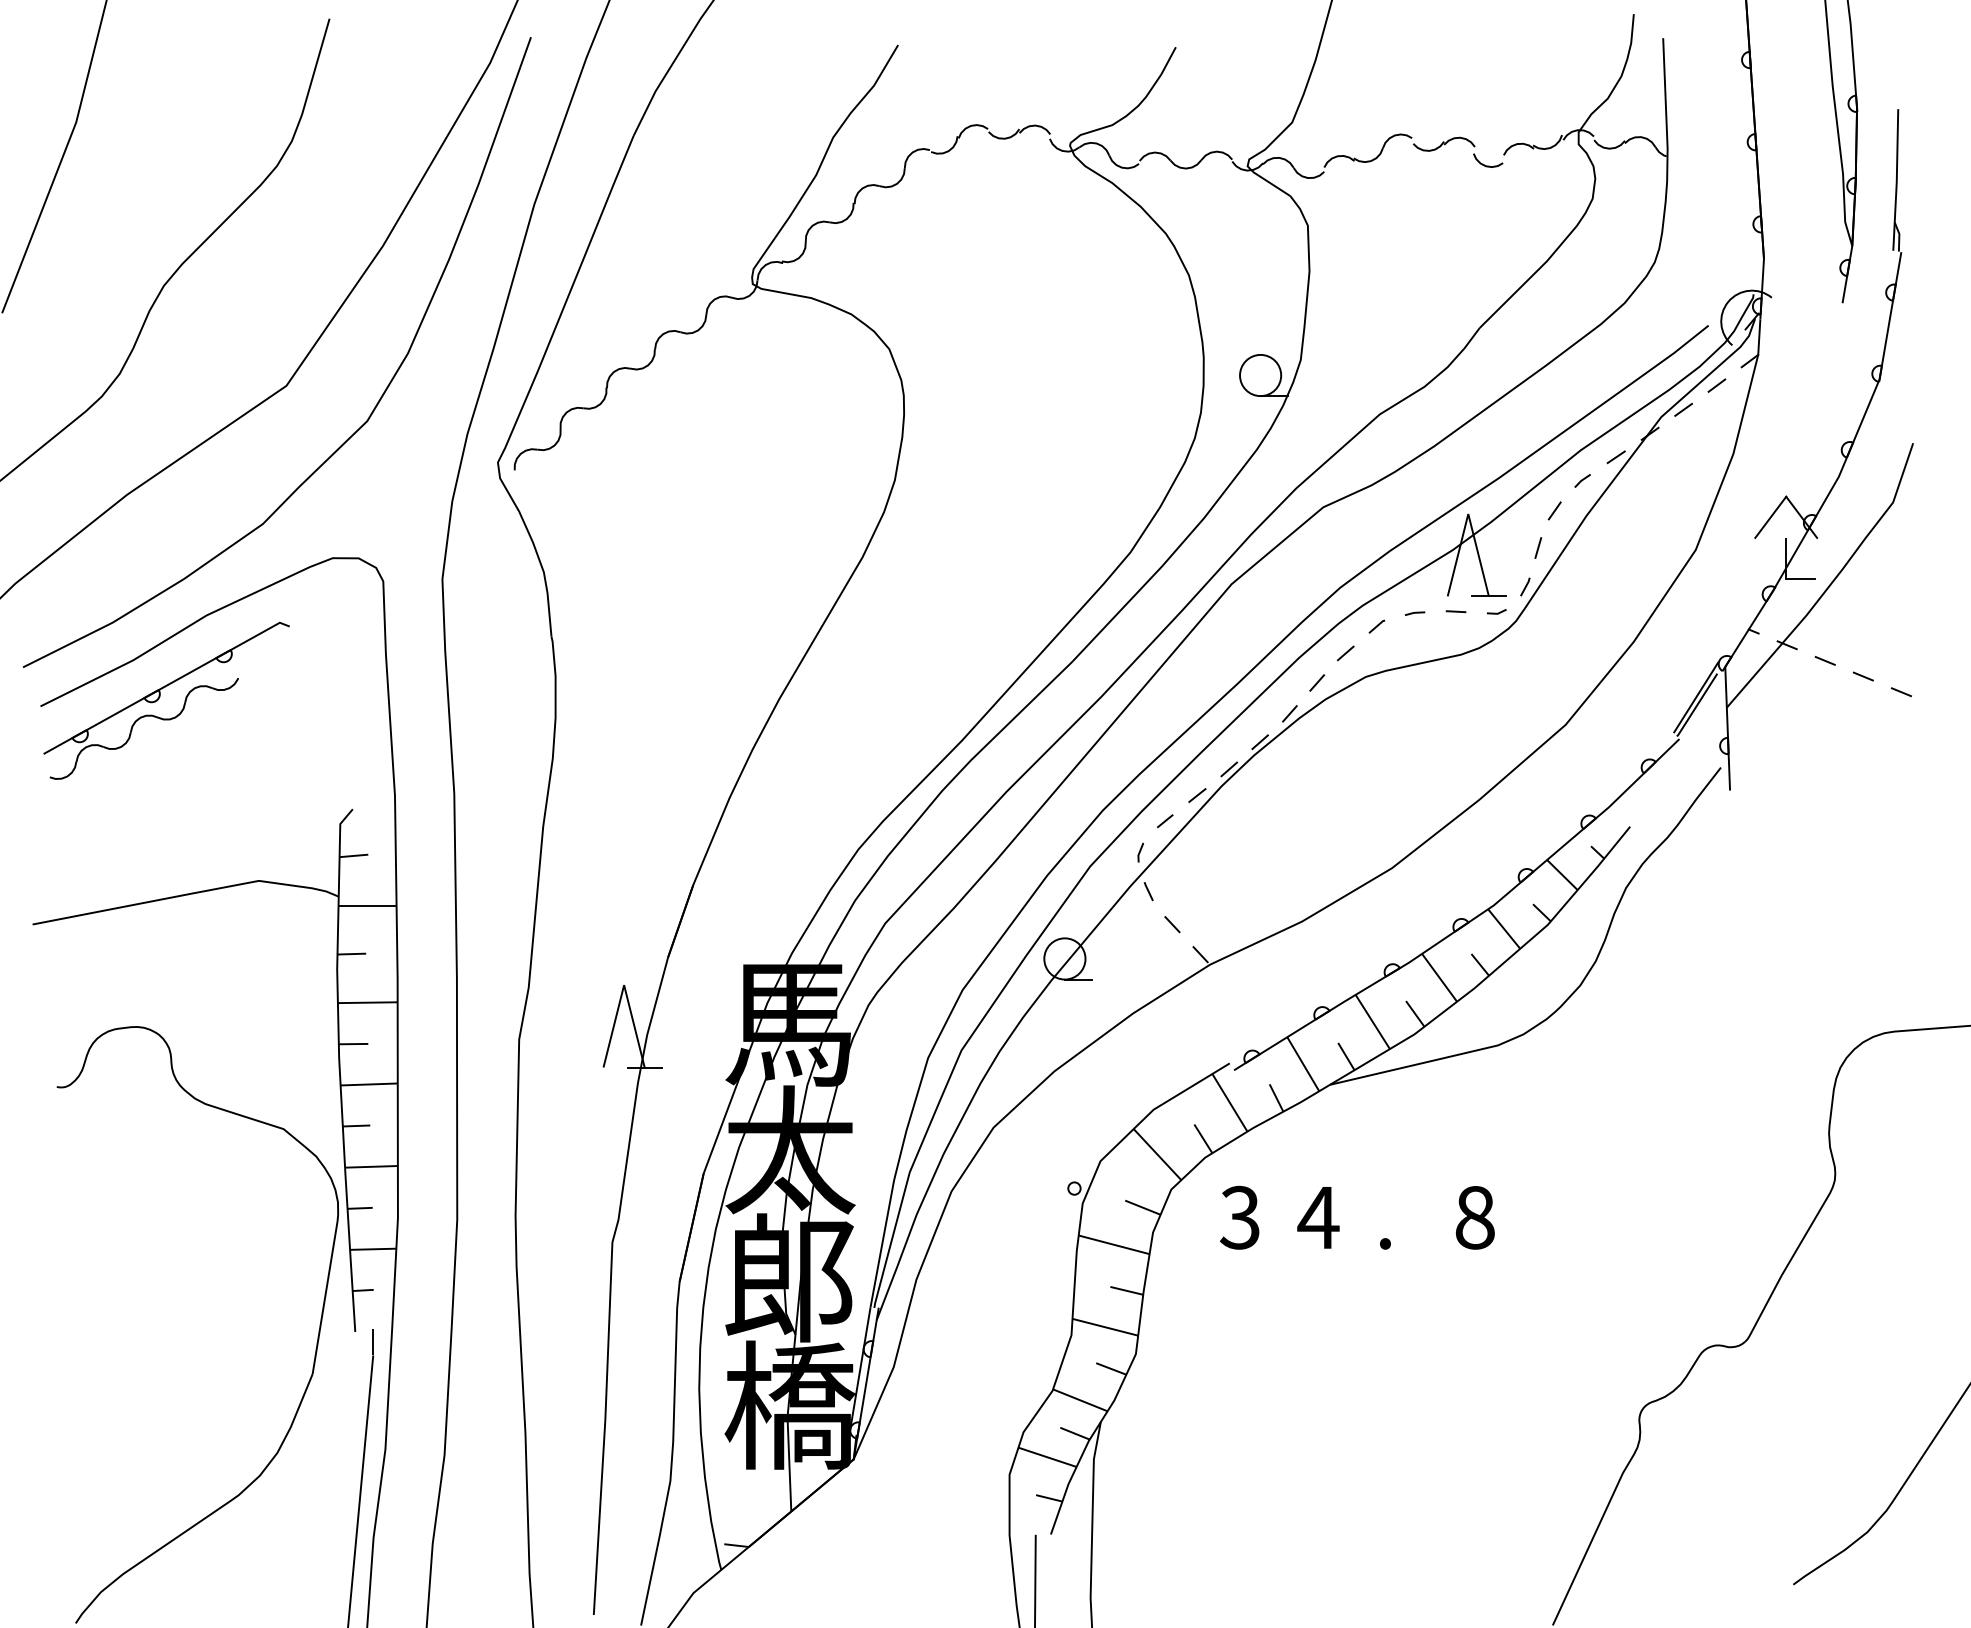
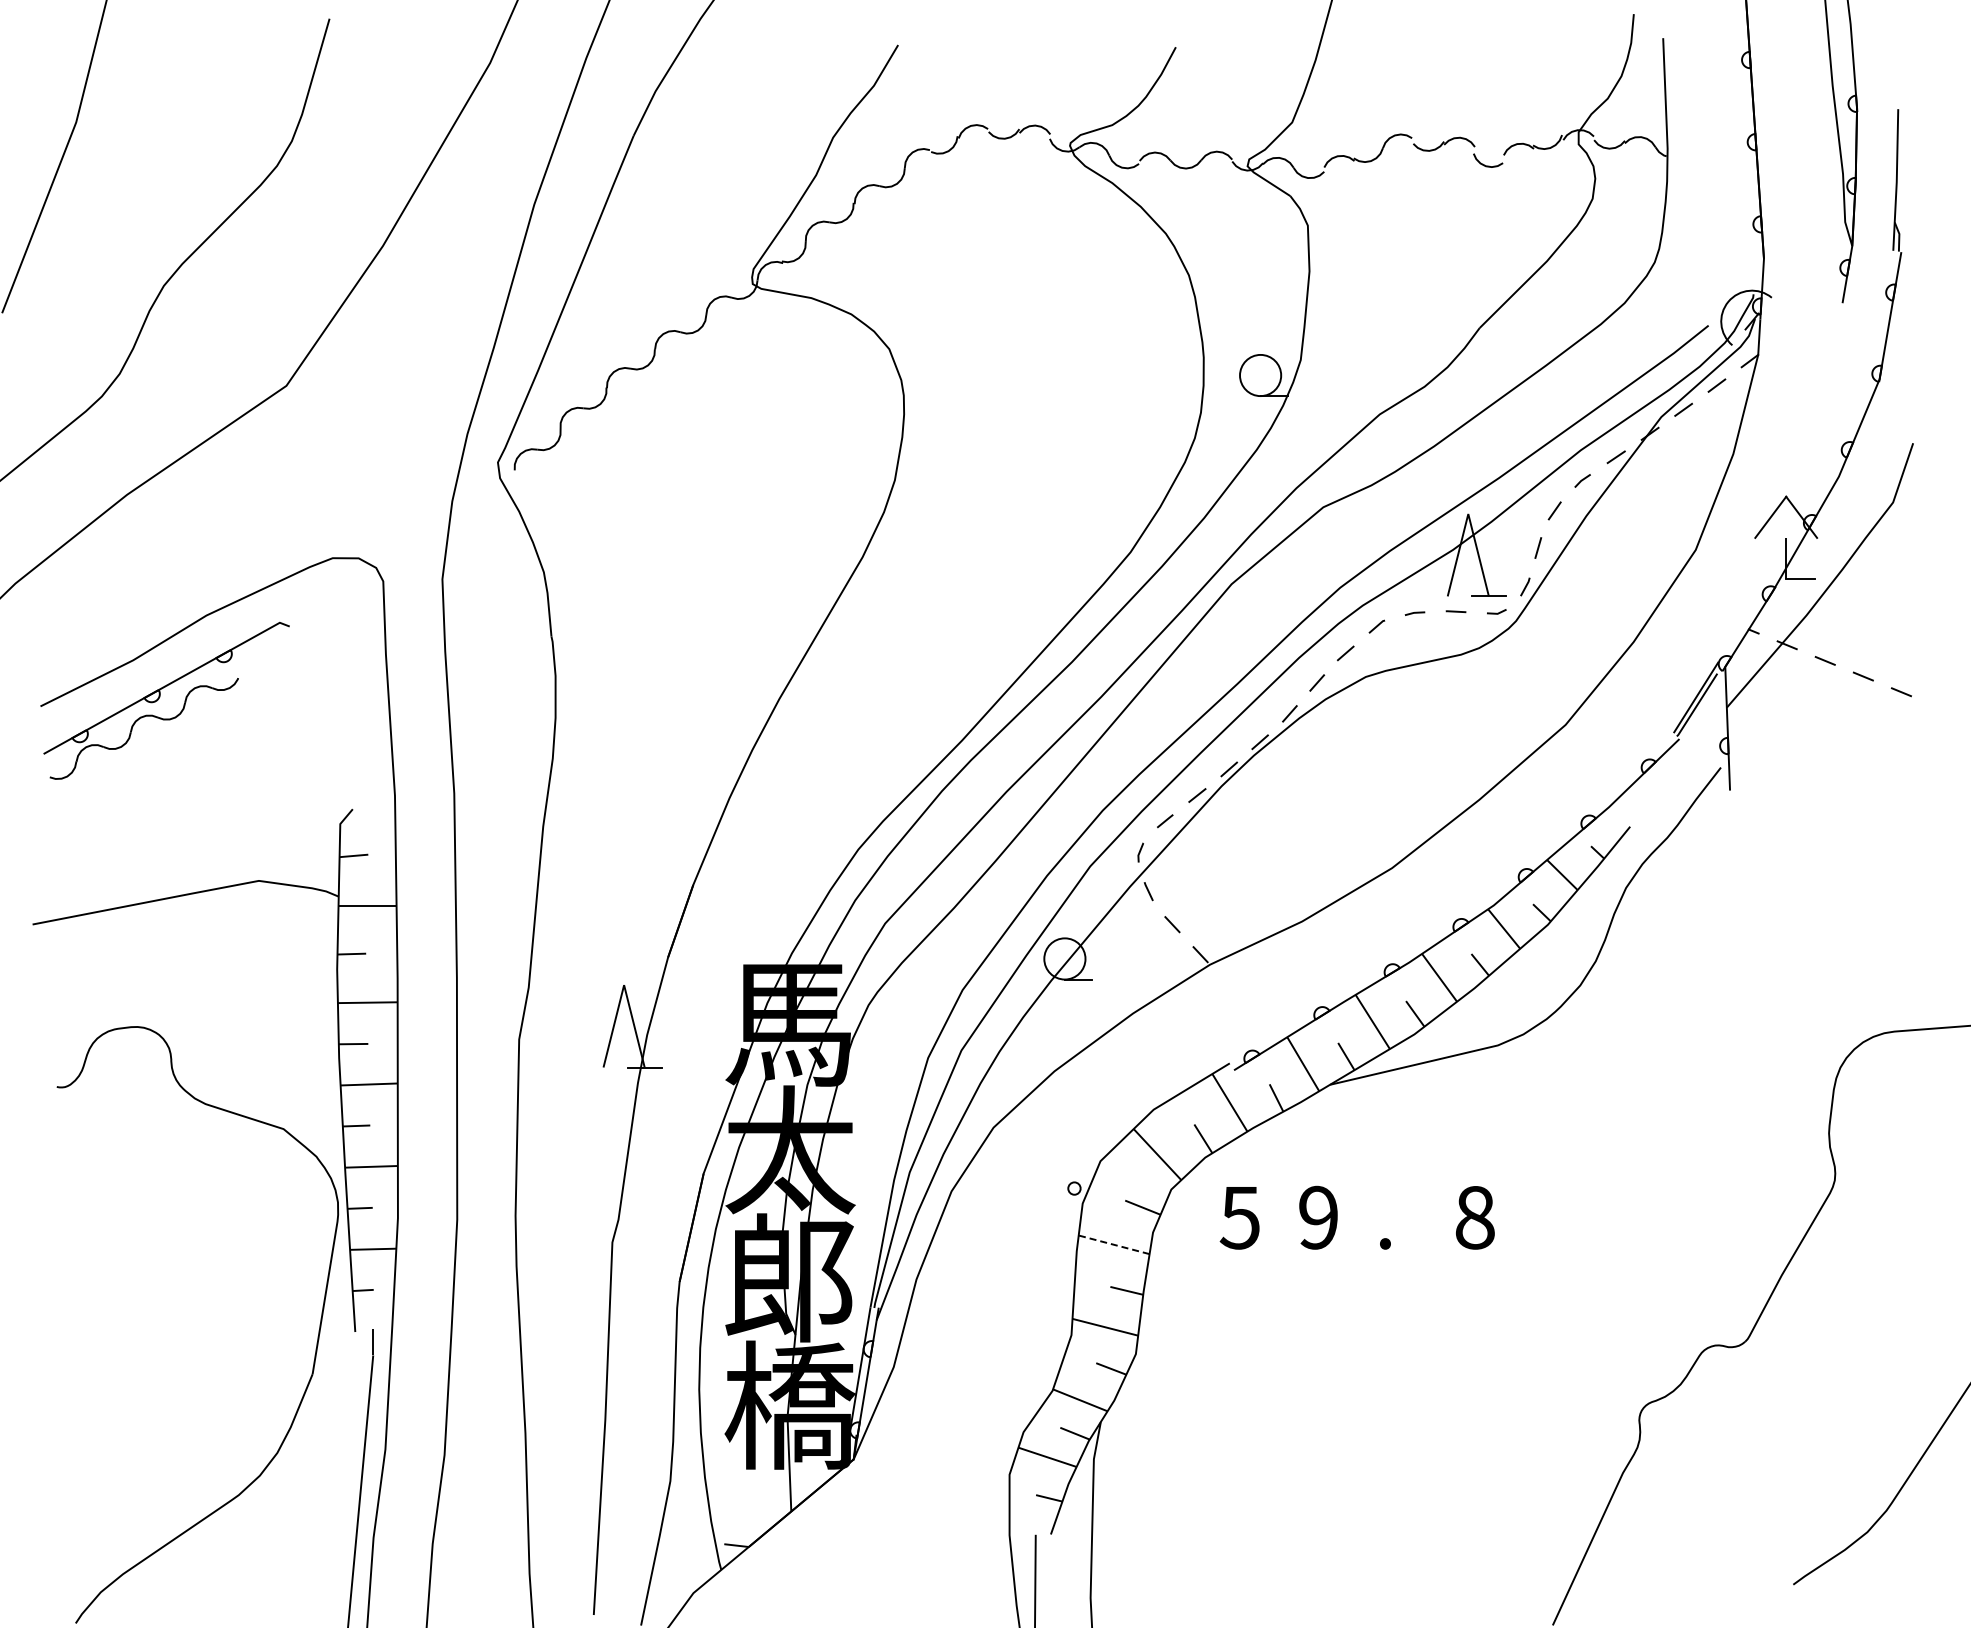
curve at (348, 437): present -> none
text at (1239, 1217): 3 -> 5
text at (1318, 1217): 4 -> 9
line at (1114, 1244): solid -> dashed
